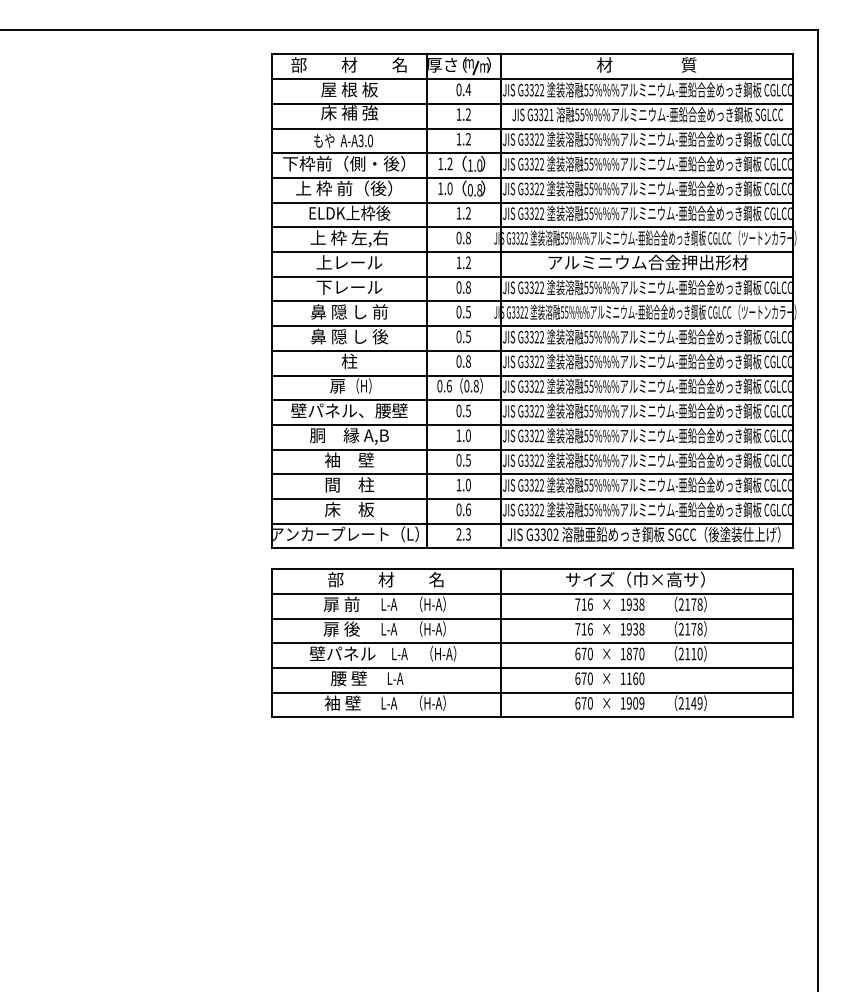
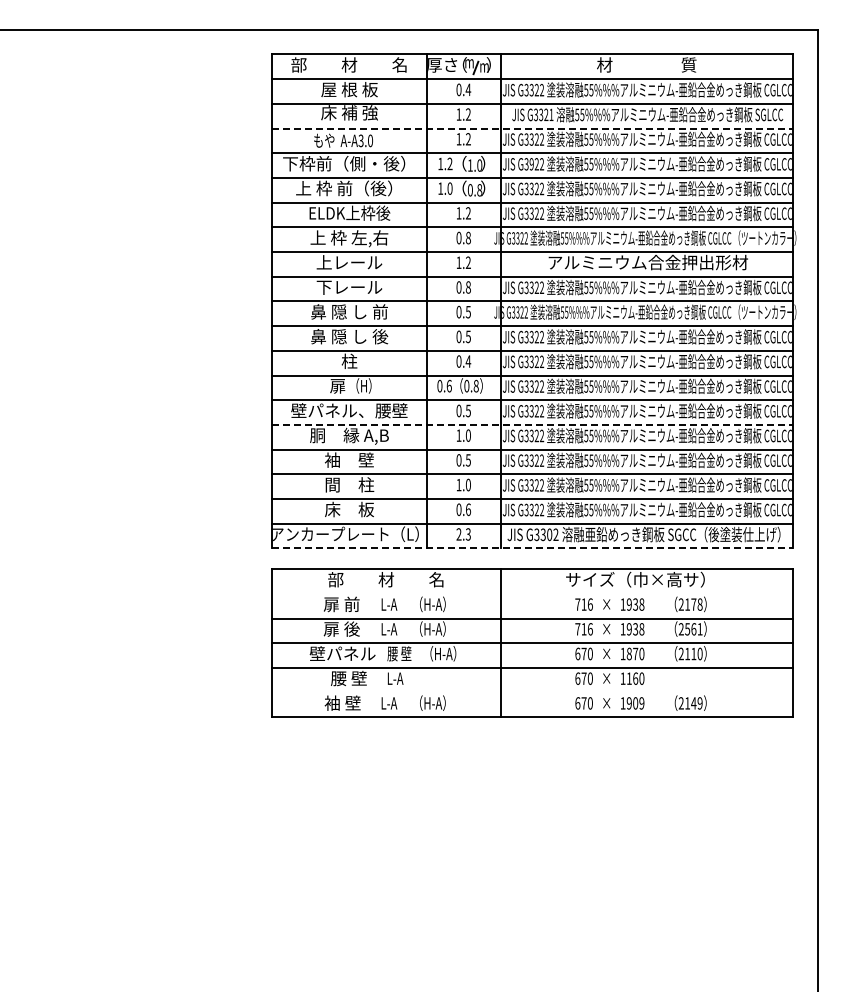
line at (533, 128): solid -> dashed
text at (531, 164): G3322 -> G3922
text at (468, 361): 0.8 -> 0.4
line at (533, 424): solid -> dashed
line at (533, 548): solid -> dashed
line at (532, 593): present -> none
text at (693, 629): 2178 -> 2561
text at (399, 653): L-A -> 腰 壁
line at (532, 692): present -> none
